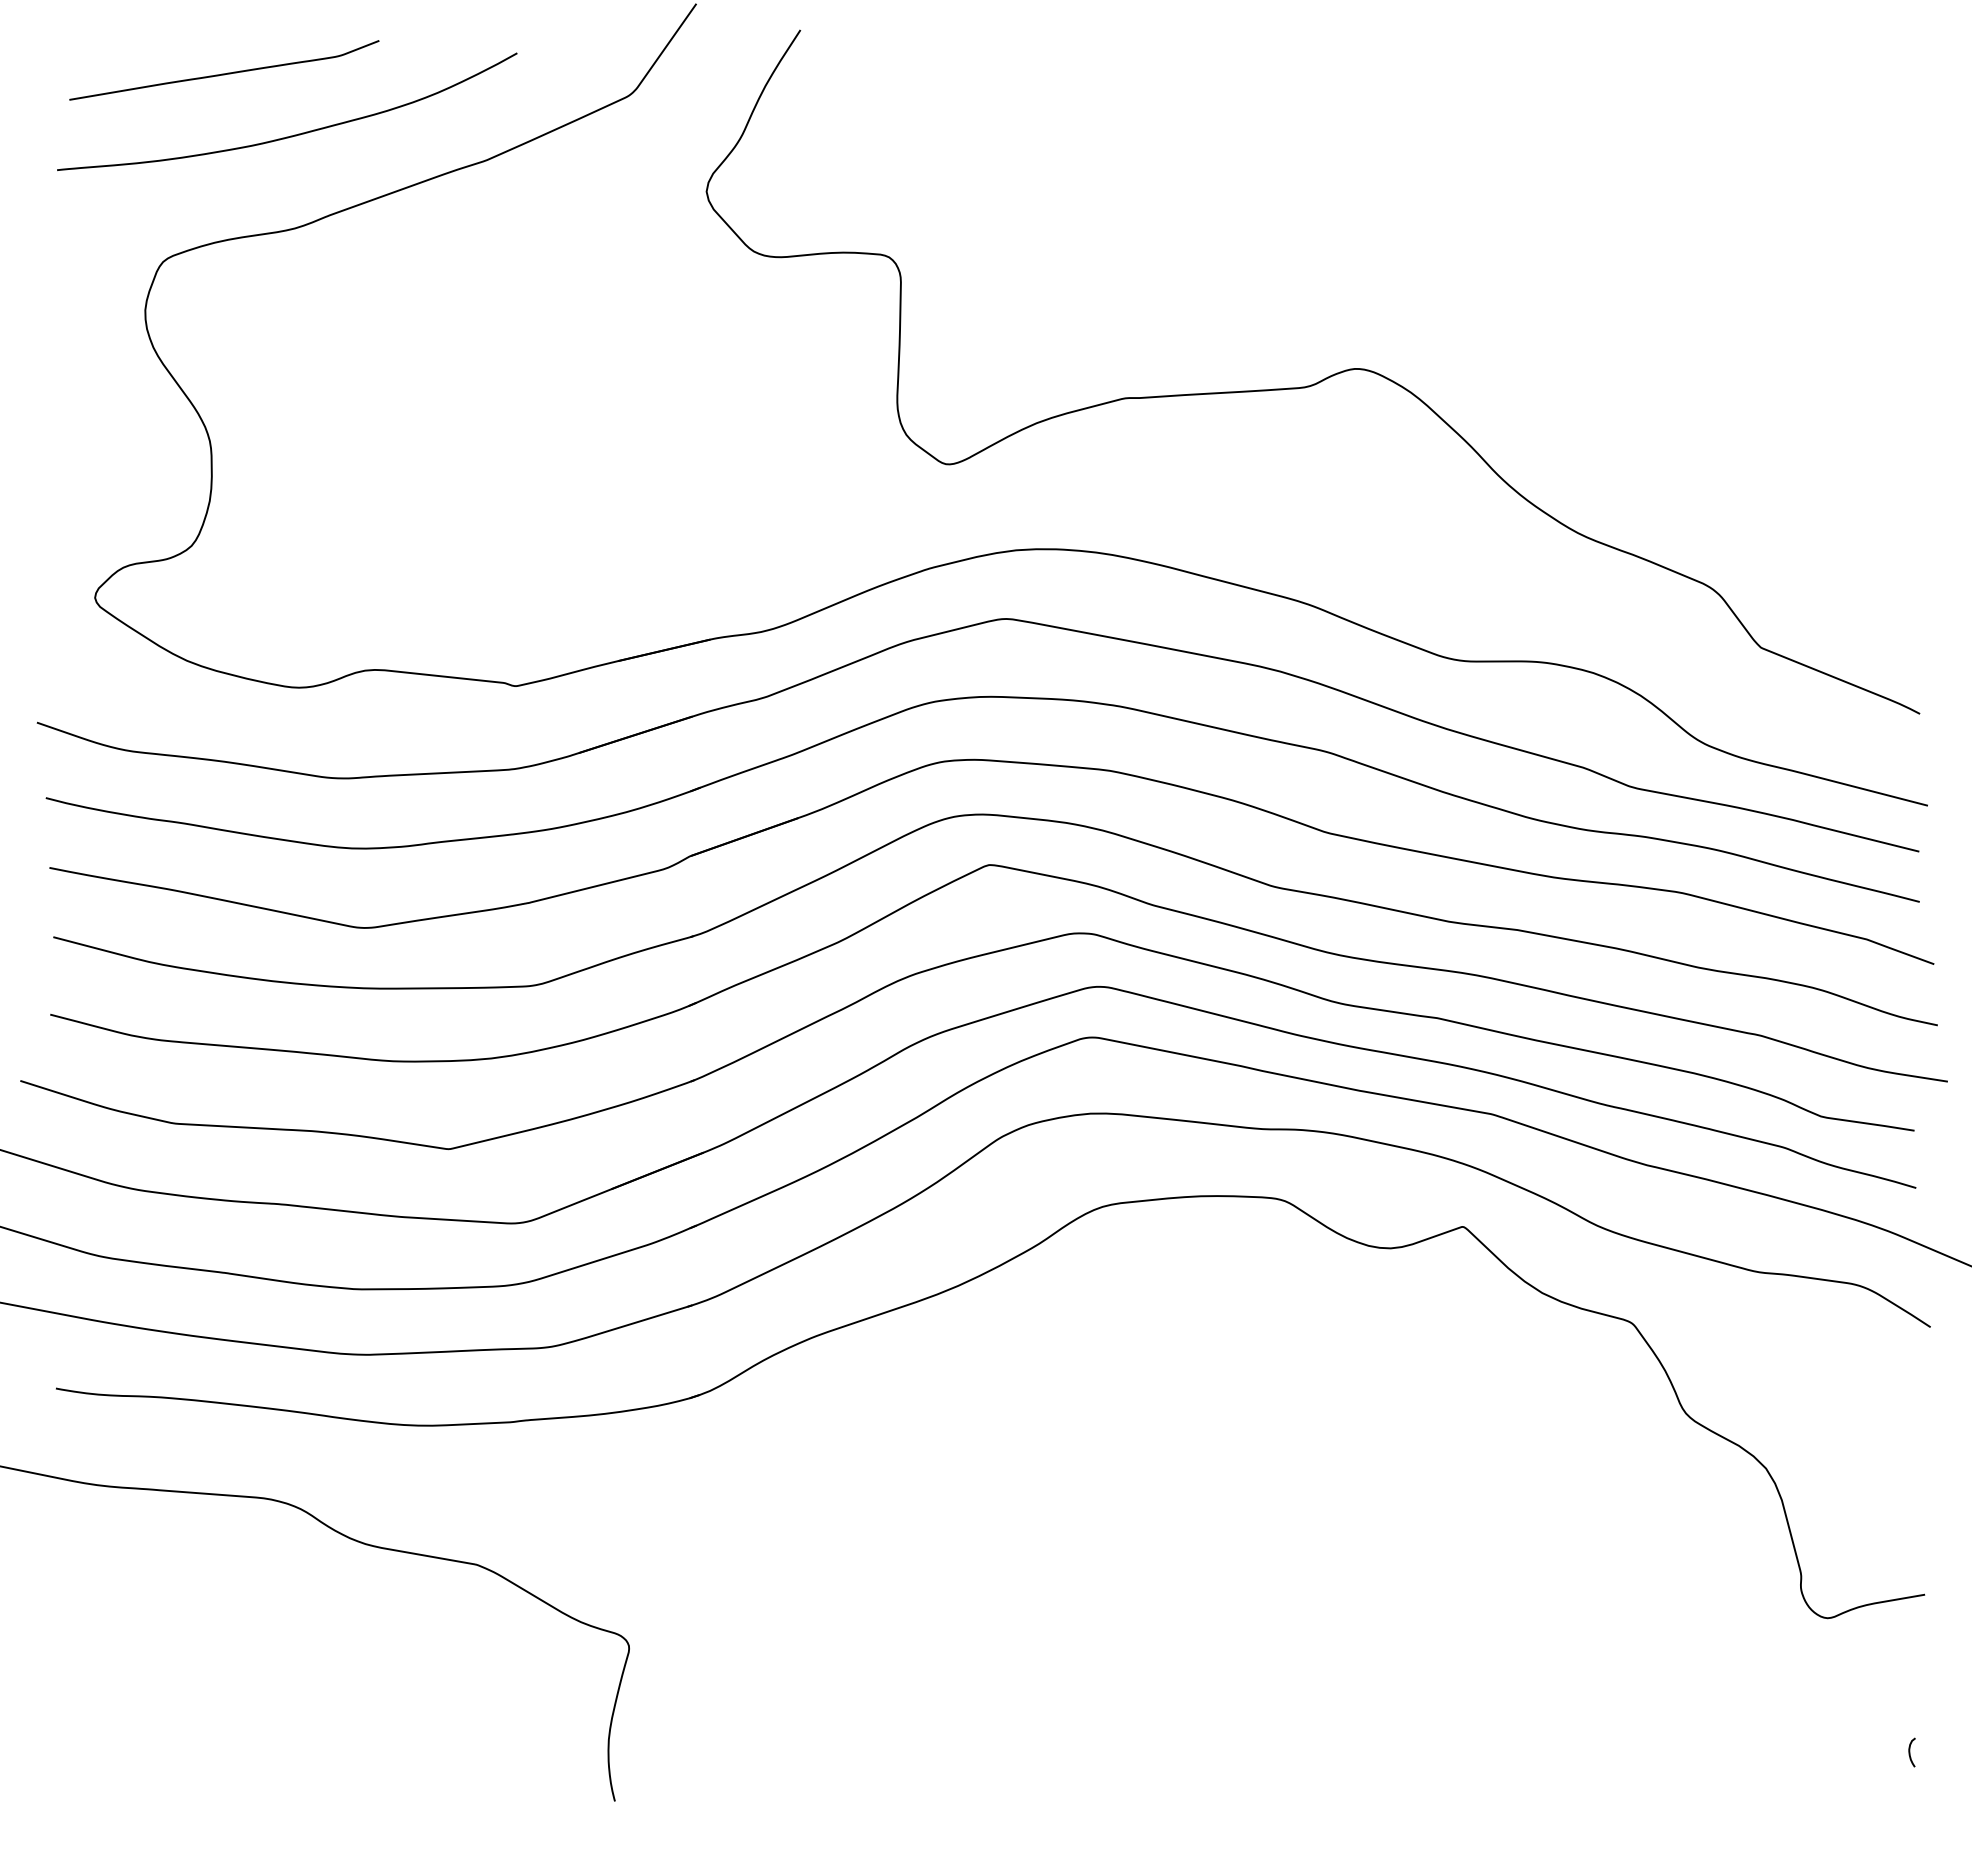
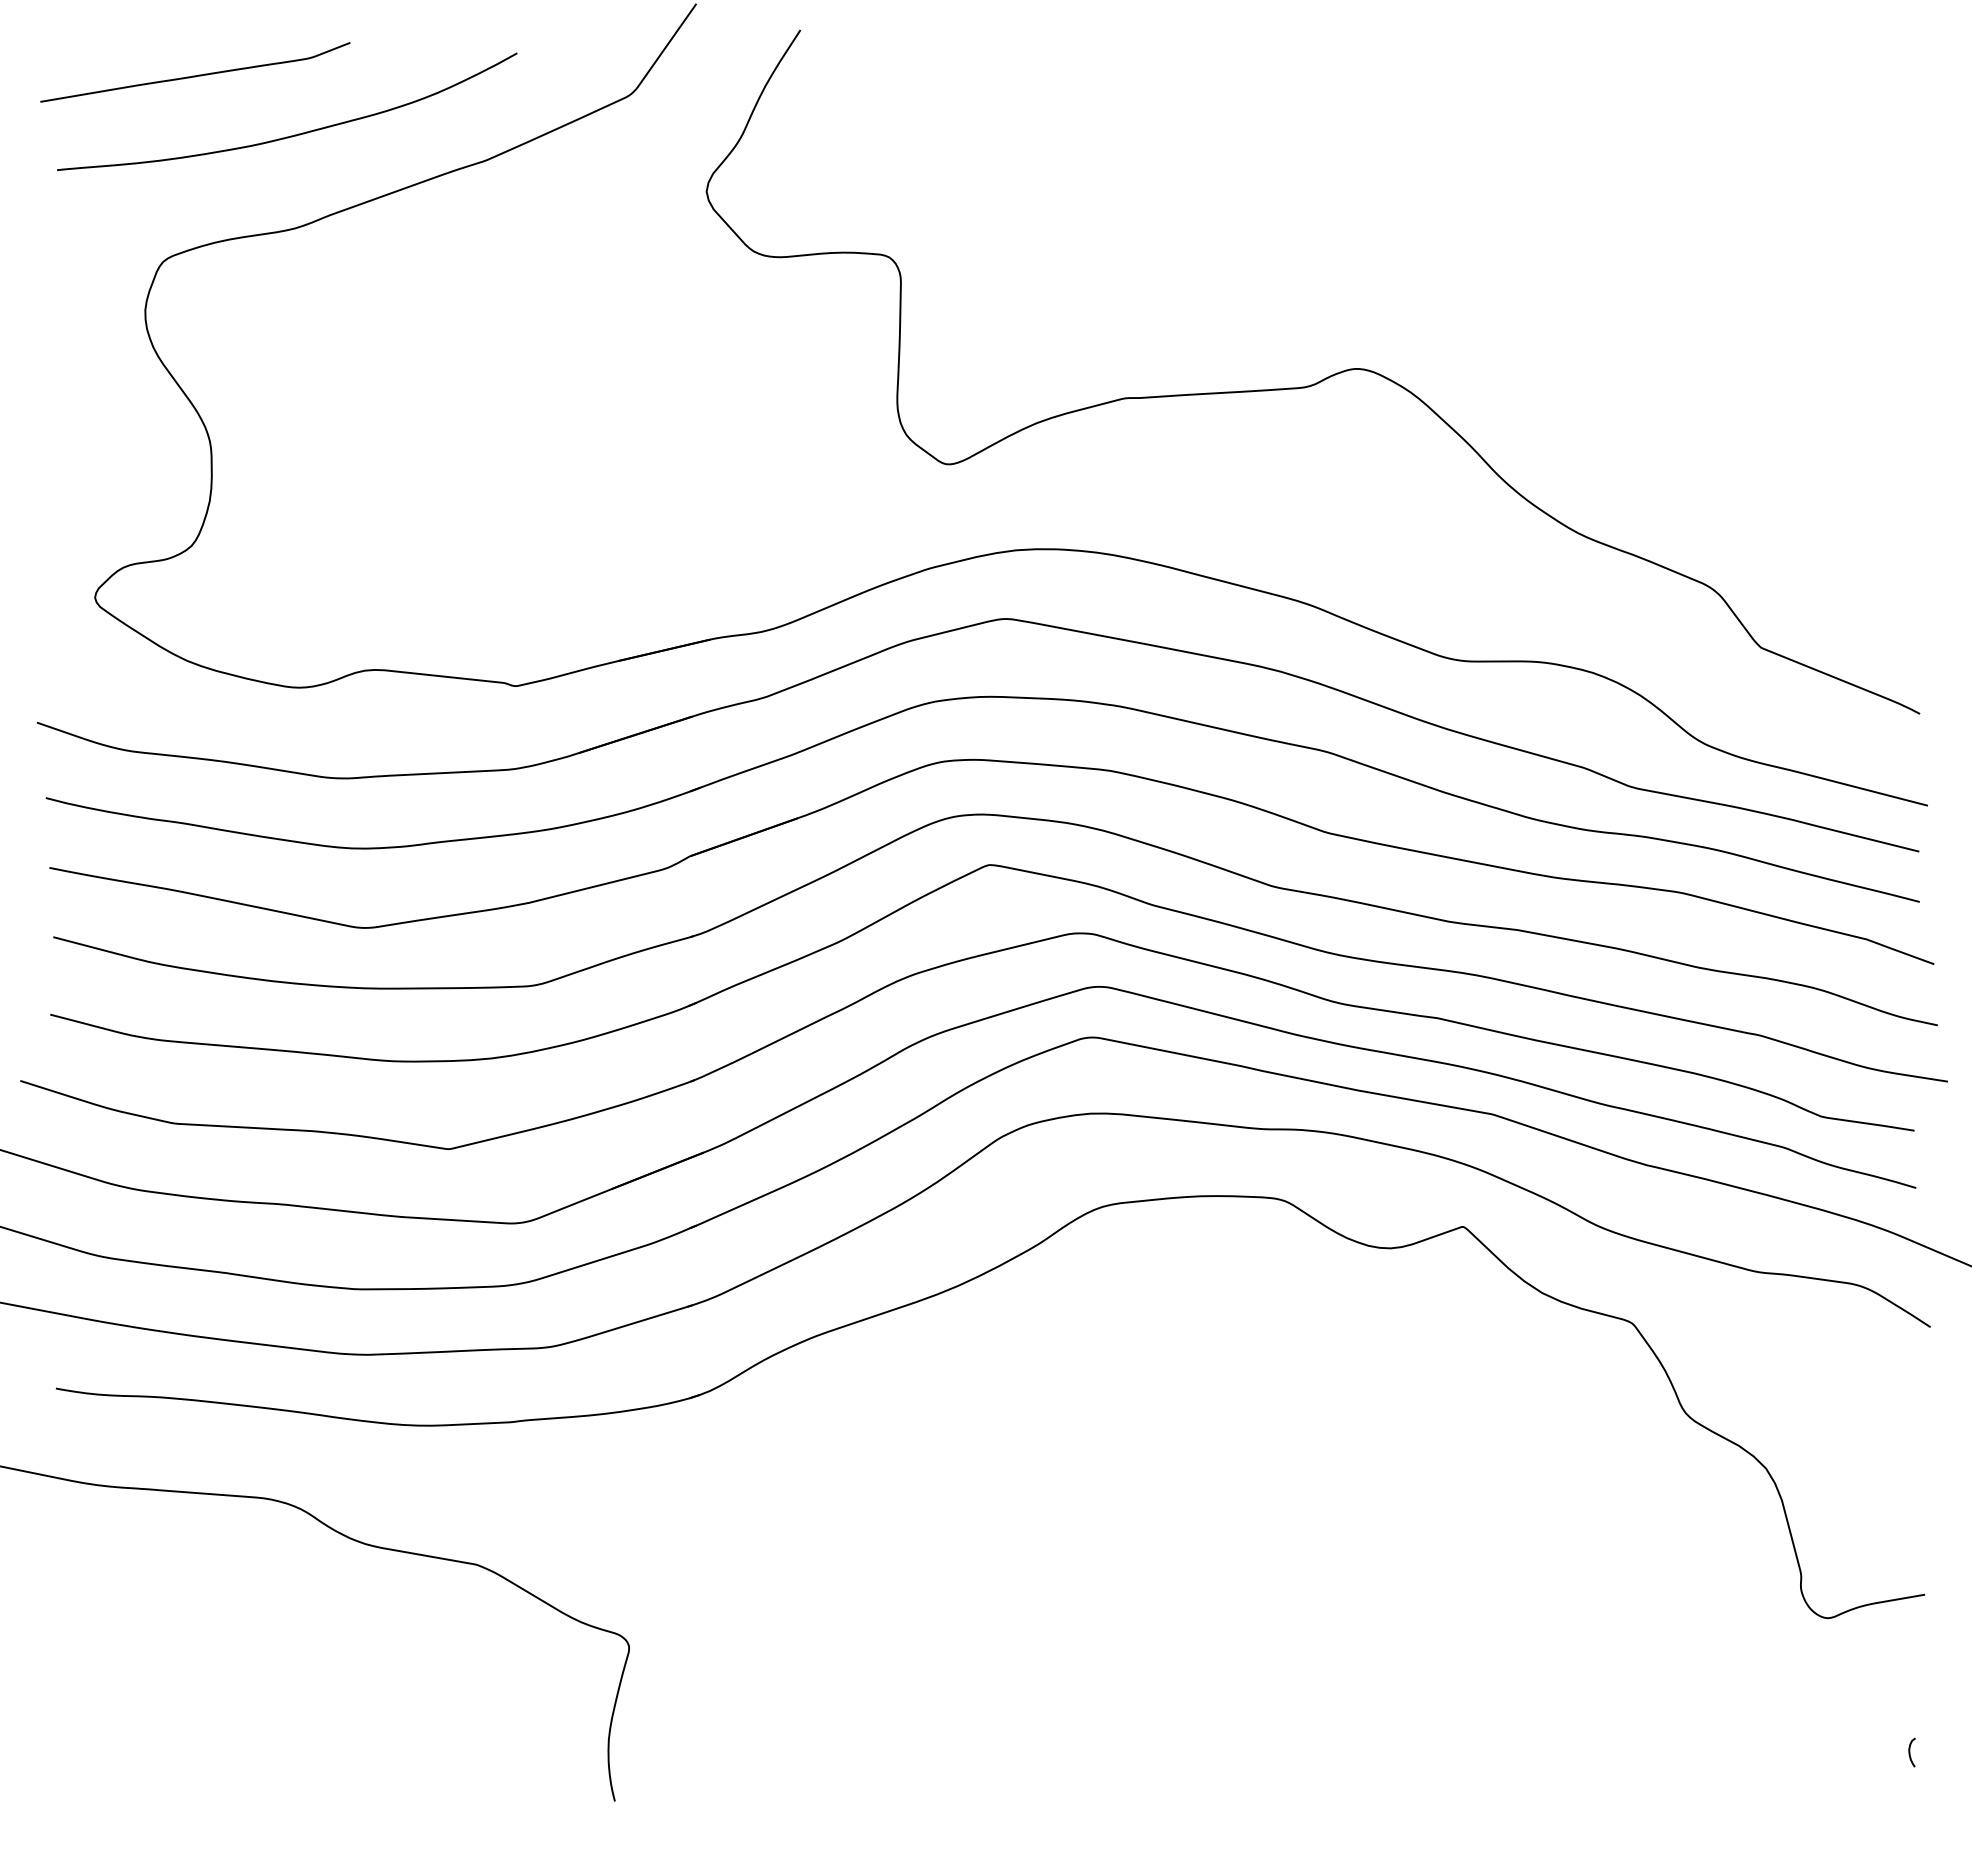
curve at (224, 73) position: (224, 73) -> (195, 75)
